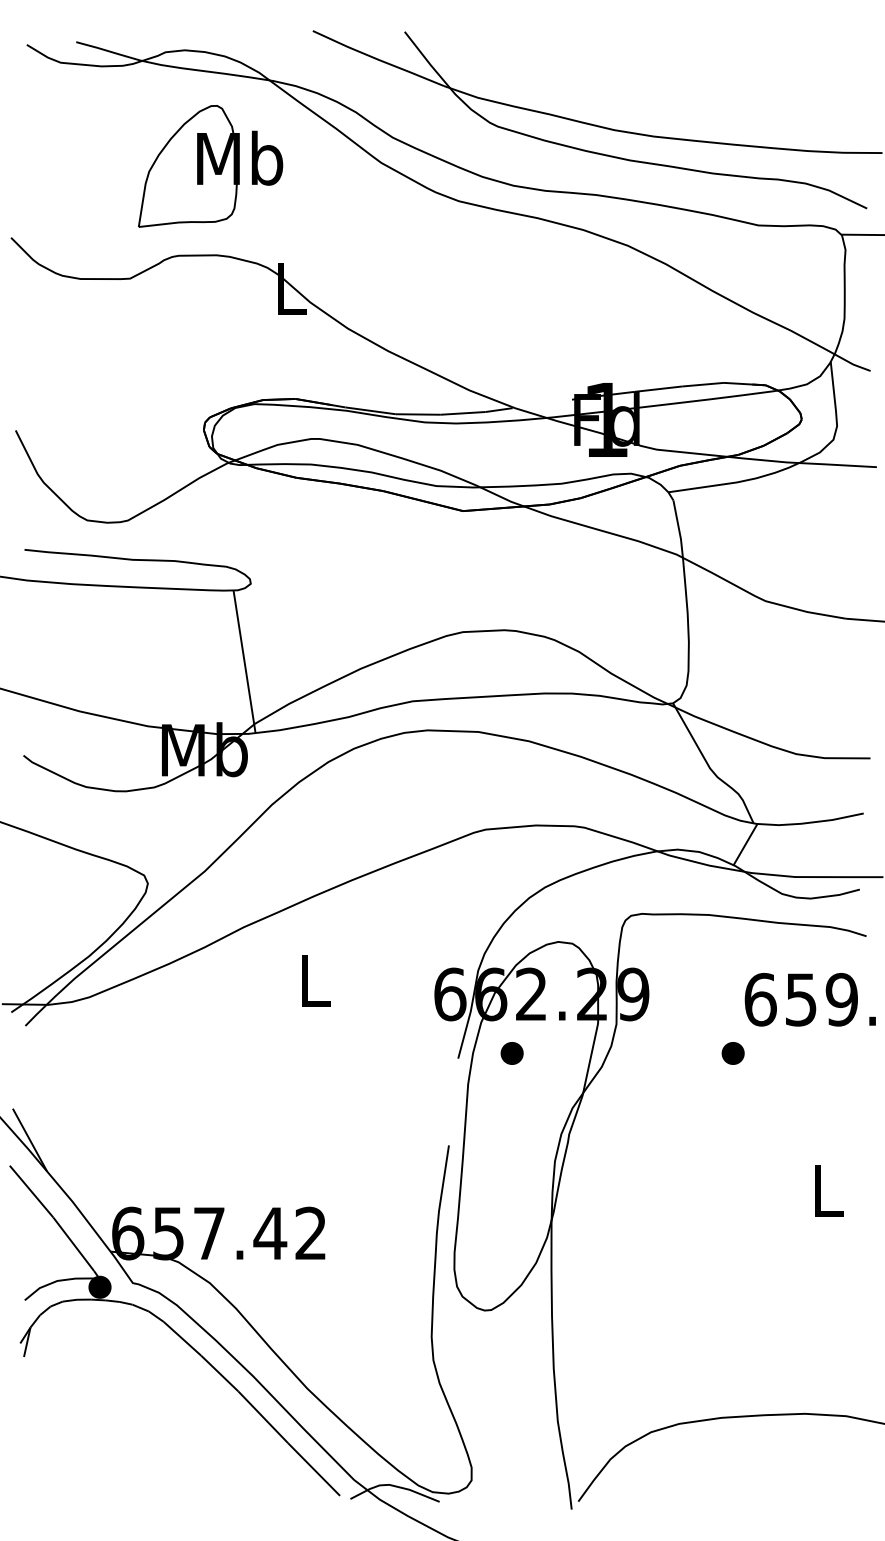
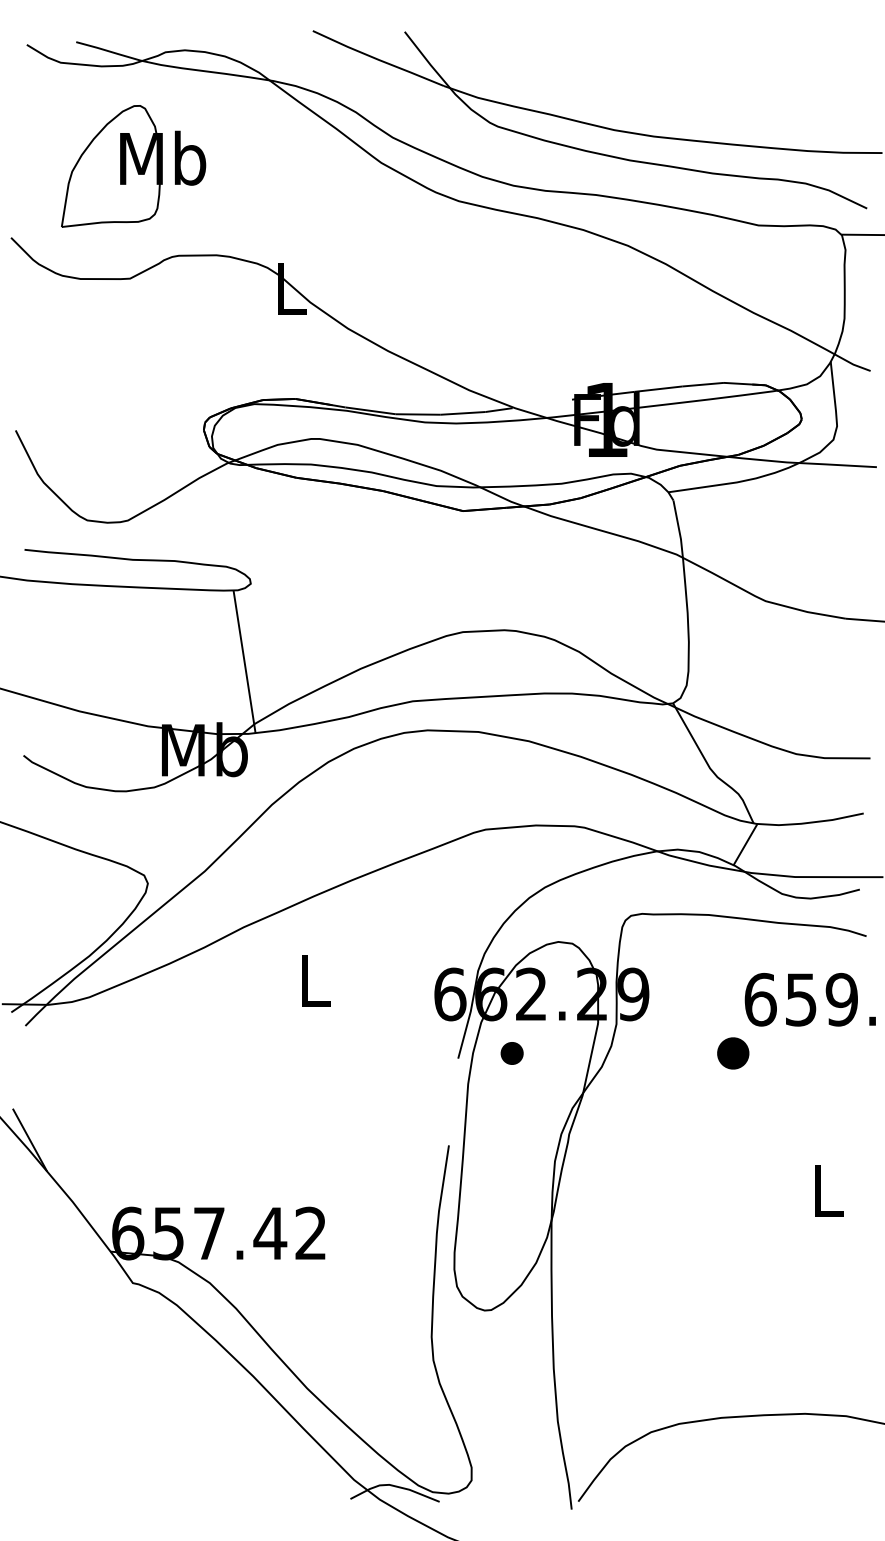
part at (210, 166) position: (210, 166) -> (133, 166)
part at (732, 1053) size: 24x23 px -> 33x33 px
part at (174, 1330): present -> none
